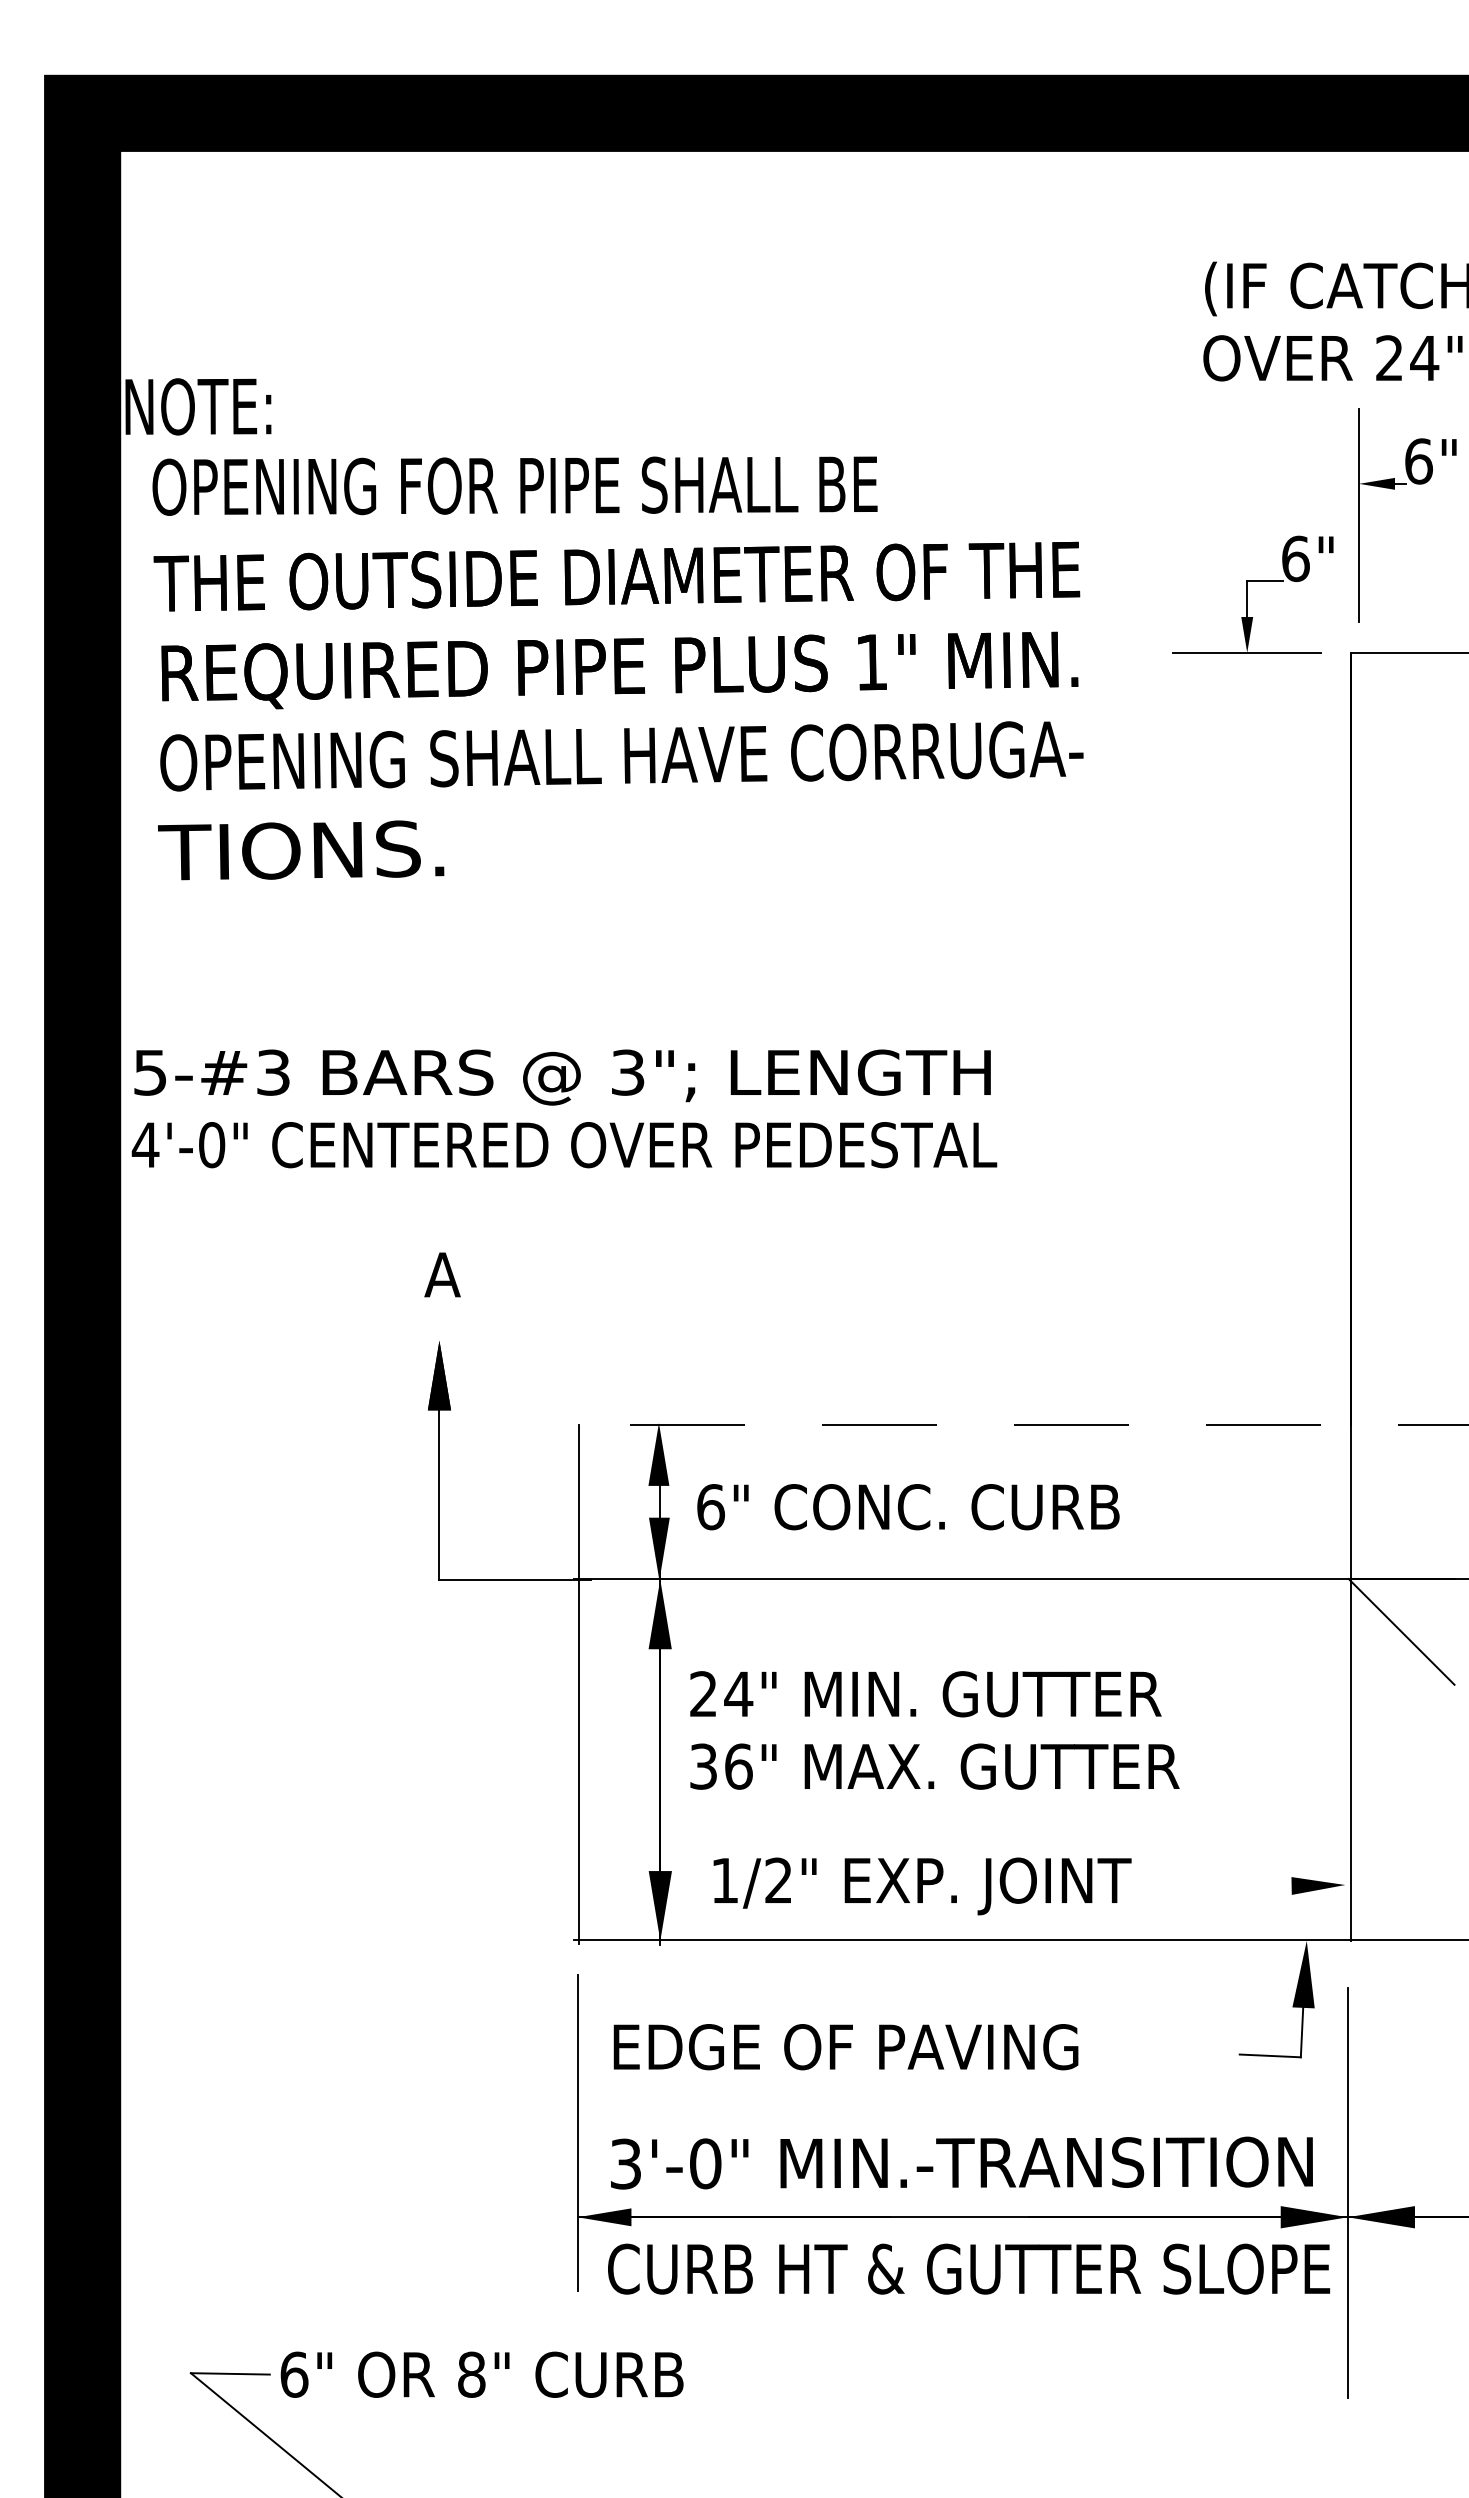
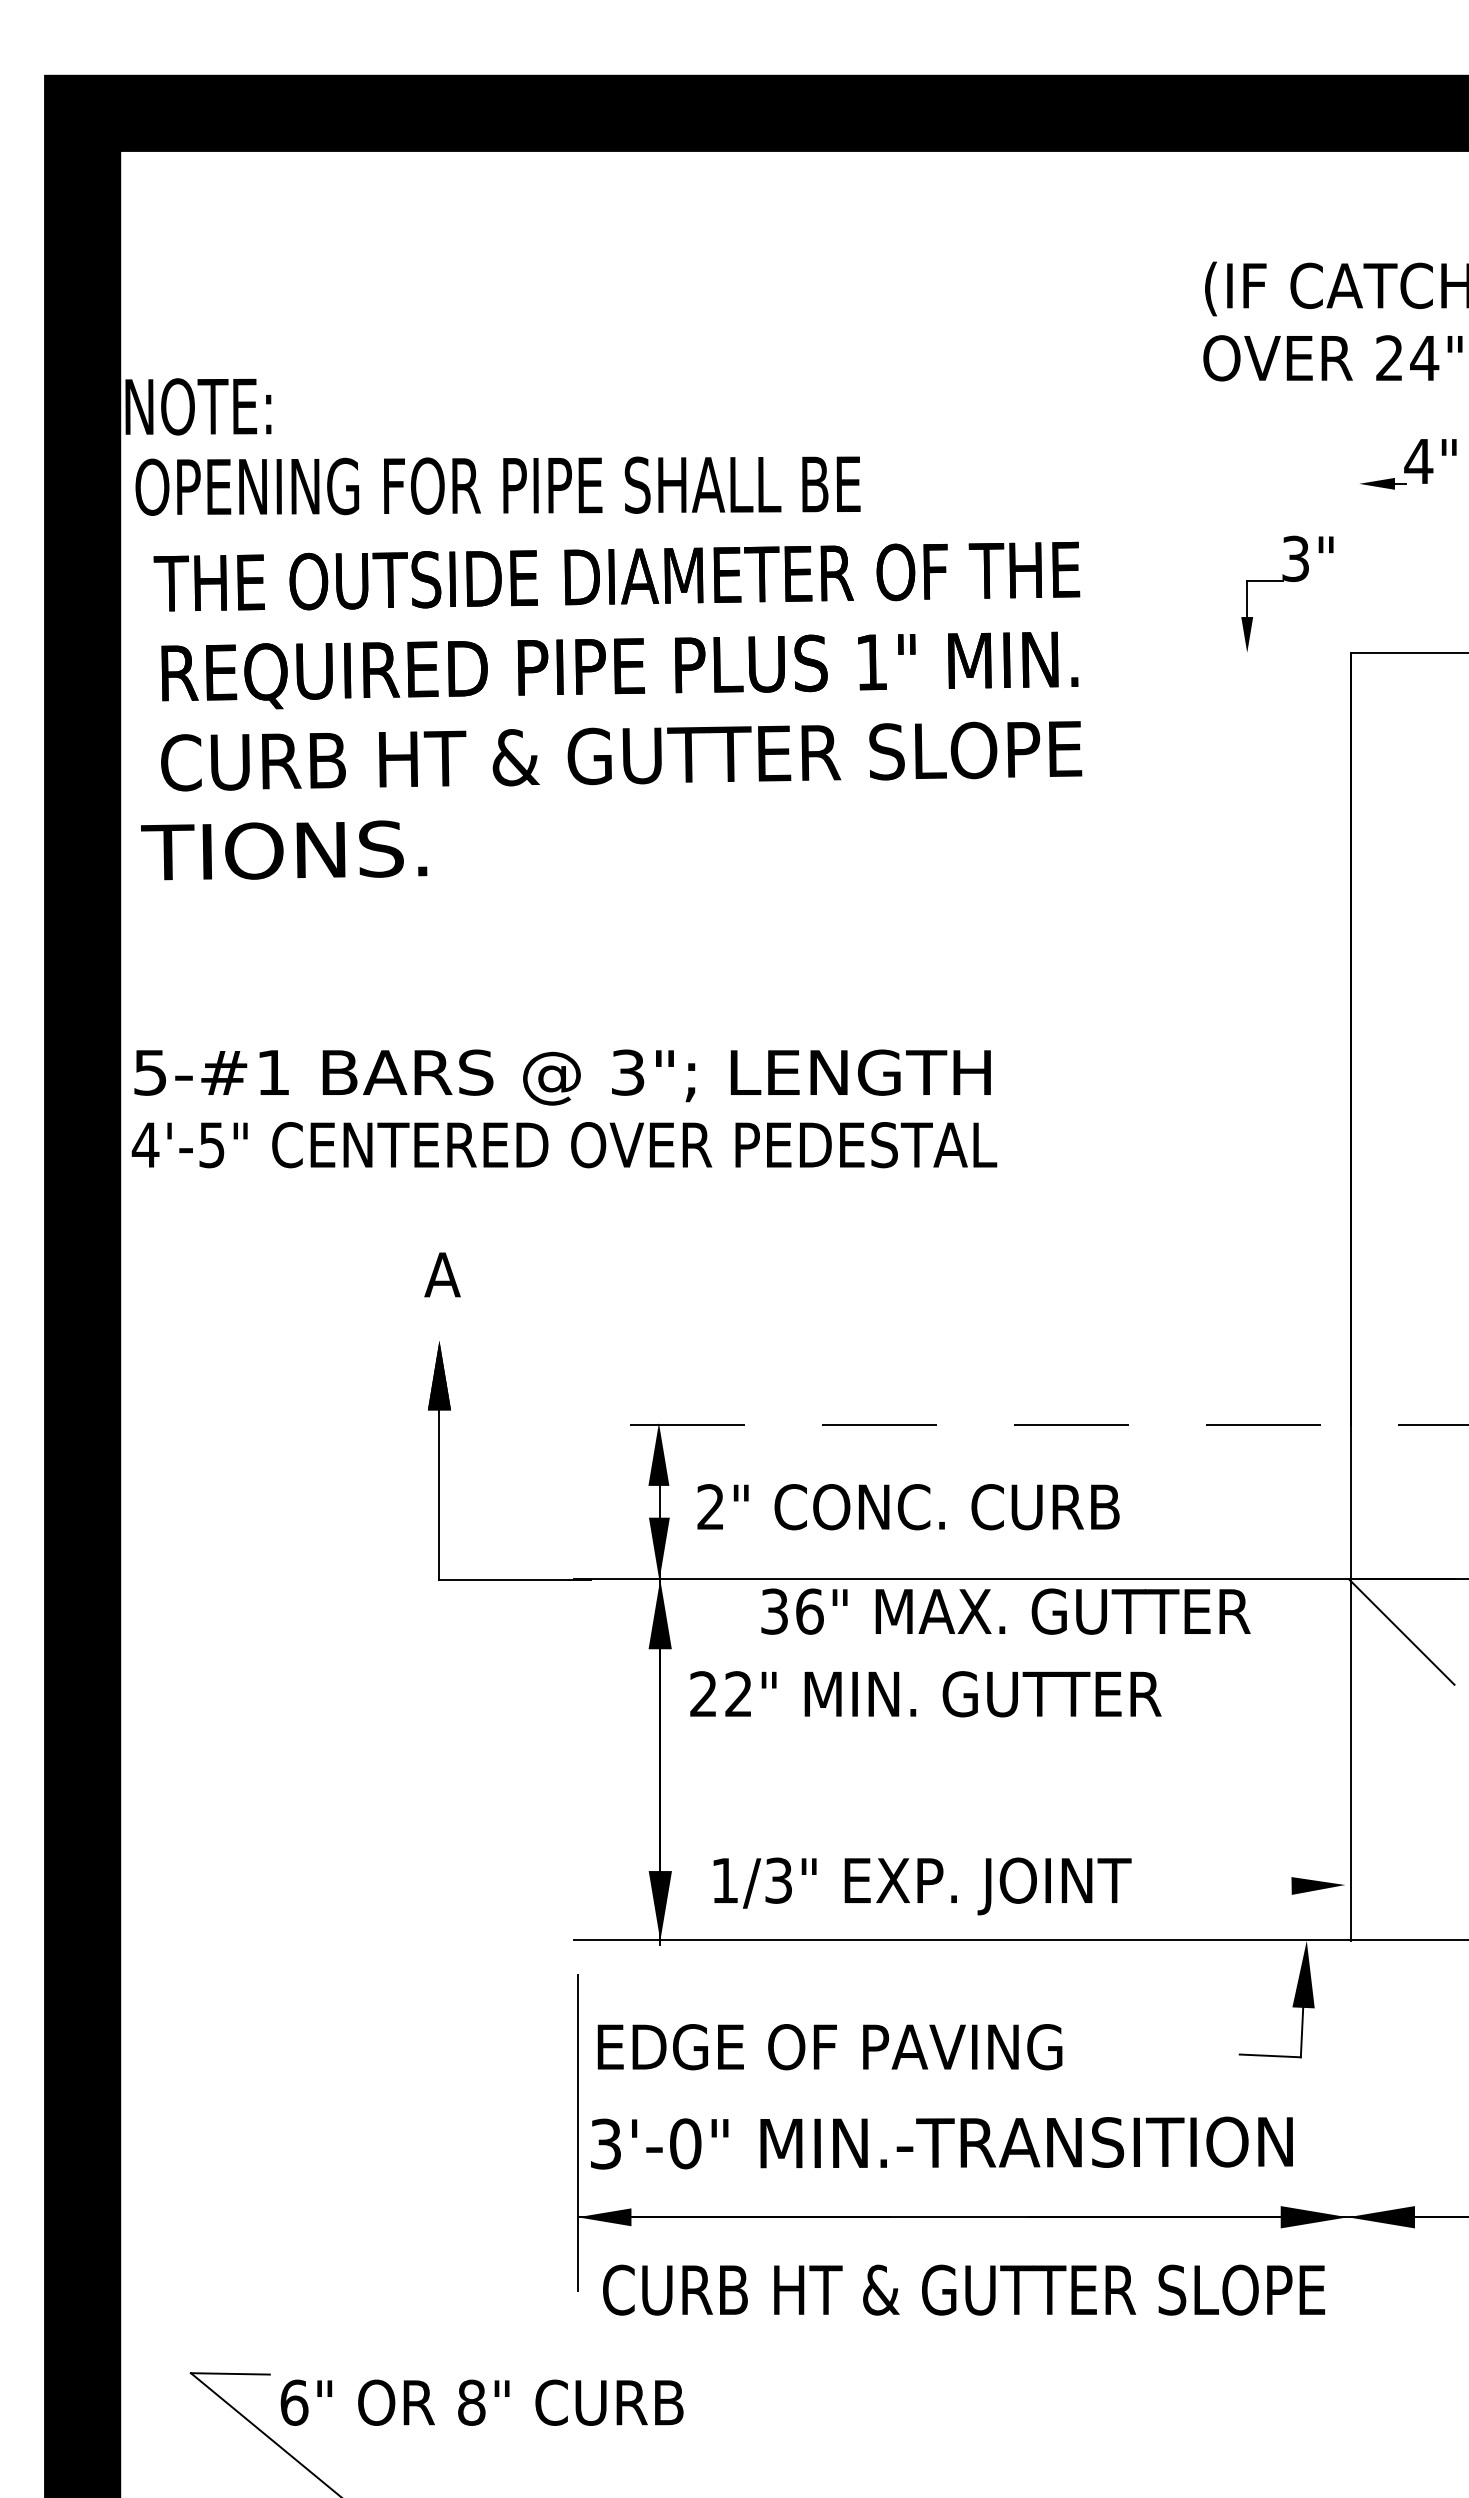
text at (1418, 461): 6" -> 4"
text at (514, 485) position: (514, 485) -> (497, 485)
line at (1359, 515): present -> none
text at (1295, 558): 6" -> 3"
line at (1246, 652): present -> none
text at (621, 756): OPENING SHALL HAVE CORRUGA- -> CURB HT & GUTTER SLOPE
text at (301, 850) position: (301, 850) -> (284, 850)
text at (273, 1072): 5-#3 -> 5-#1
text at (212, 1145): 4'-0" -> 4'-5"
text at (710, 1507): 6" -> 2"
line at (578, 1684): present -> none
text at (738, 1693): 24" -> 22"
text at (934, 1766) position: (934, 1766) -> (1005, 1611)
text at (778, 1880): 1/2" -> 1/3"
text at (845, 2047) position: (845, 2047) -> (829, 2047)
text at (961, 2162) position: (961, 2162) -> (941, 2142)
line at (1347, 2192): present -> none
text at (968, 2268) position: (968, 2268) -> (963, 2289)
text at (481, 2374) position: (481, 2374) -> (481, 2402)
